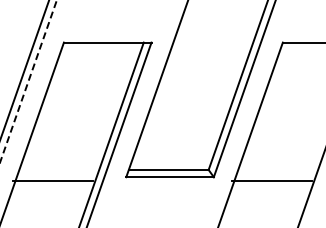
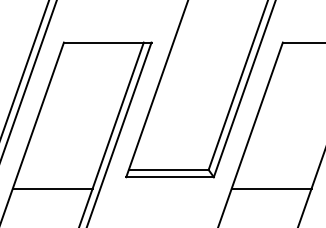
line at (28, 81): dashed -> solid
line at (52, 180) position: (52, 180) -> (52, 188)
line at (271, 180) position: (271, 180) -> (271, 188)
